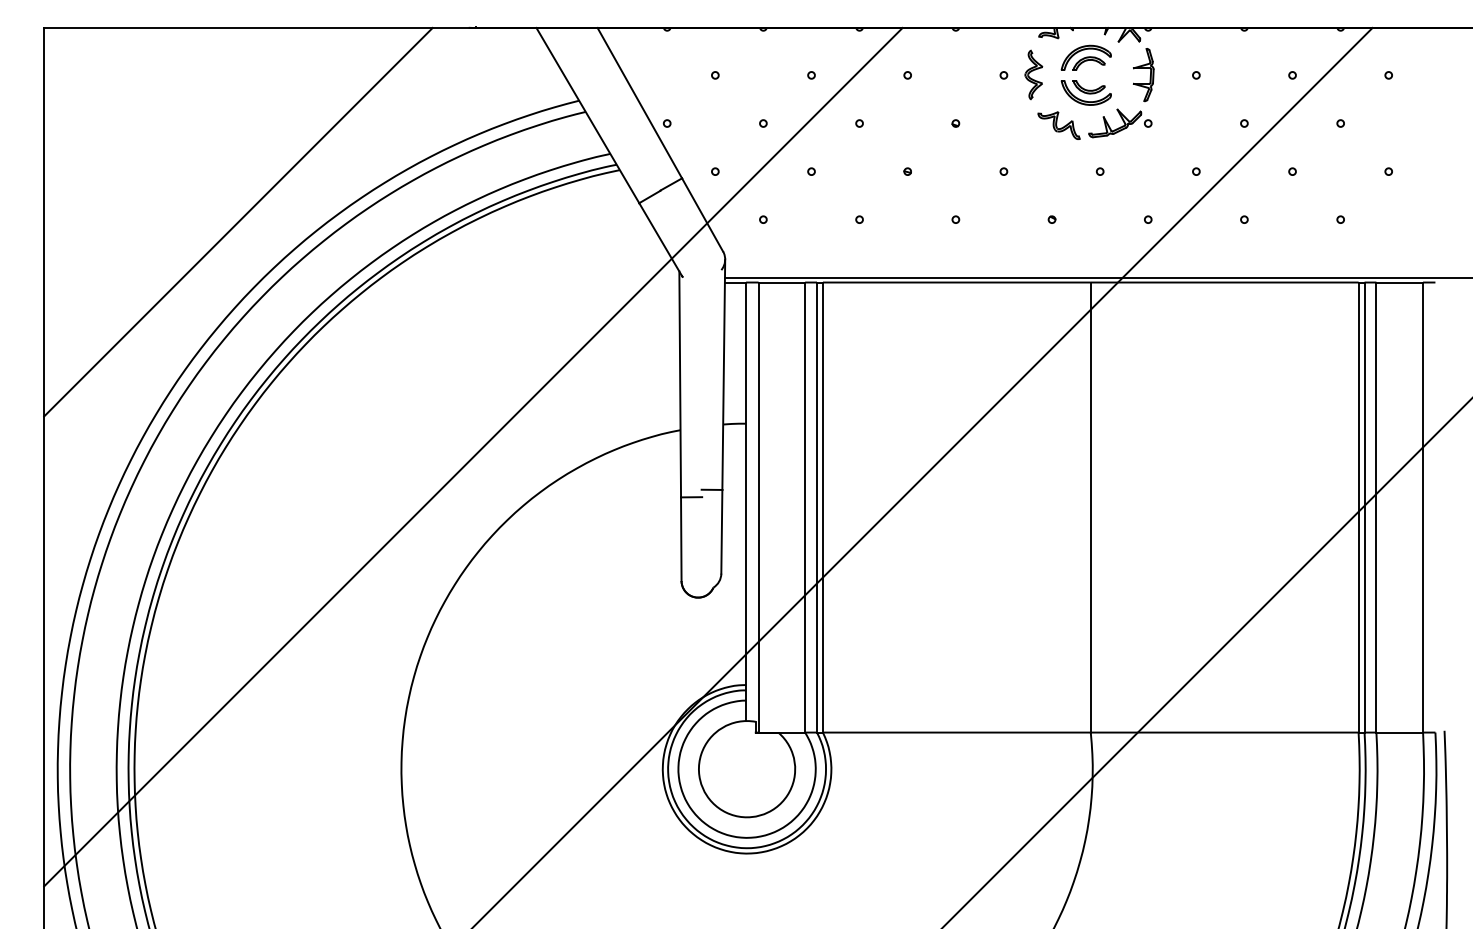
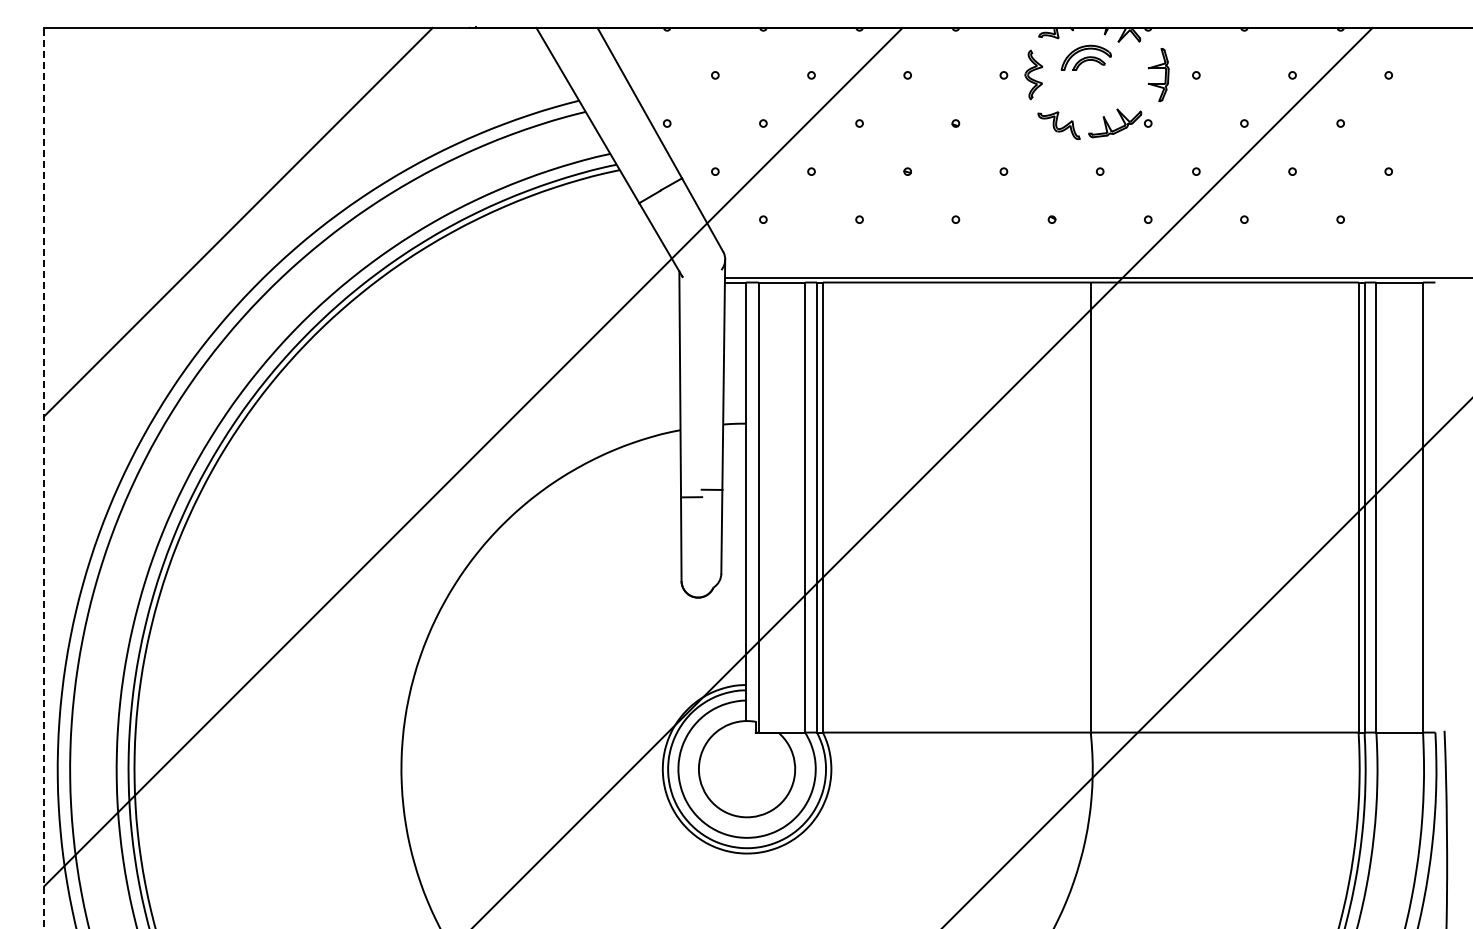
part at (1149, 77) position: (1149, 77) -> (1164, 77)
part at (1085, 92): present -> none
line at (44, 477): solid -> dashed
